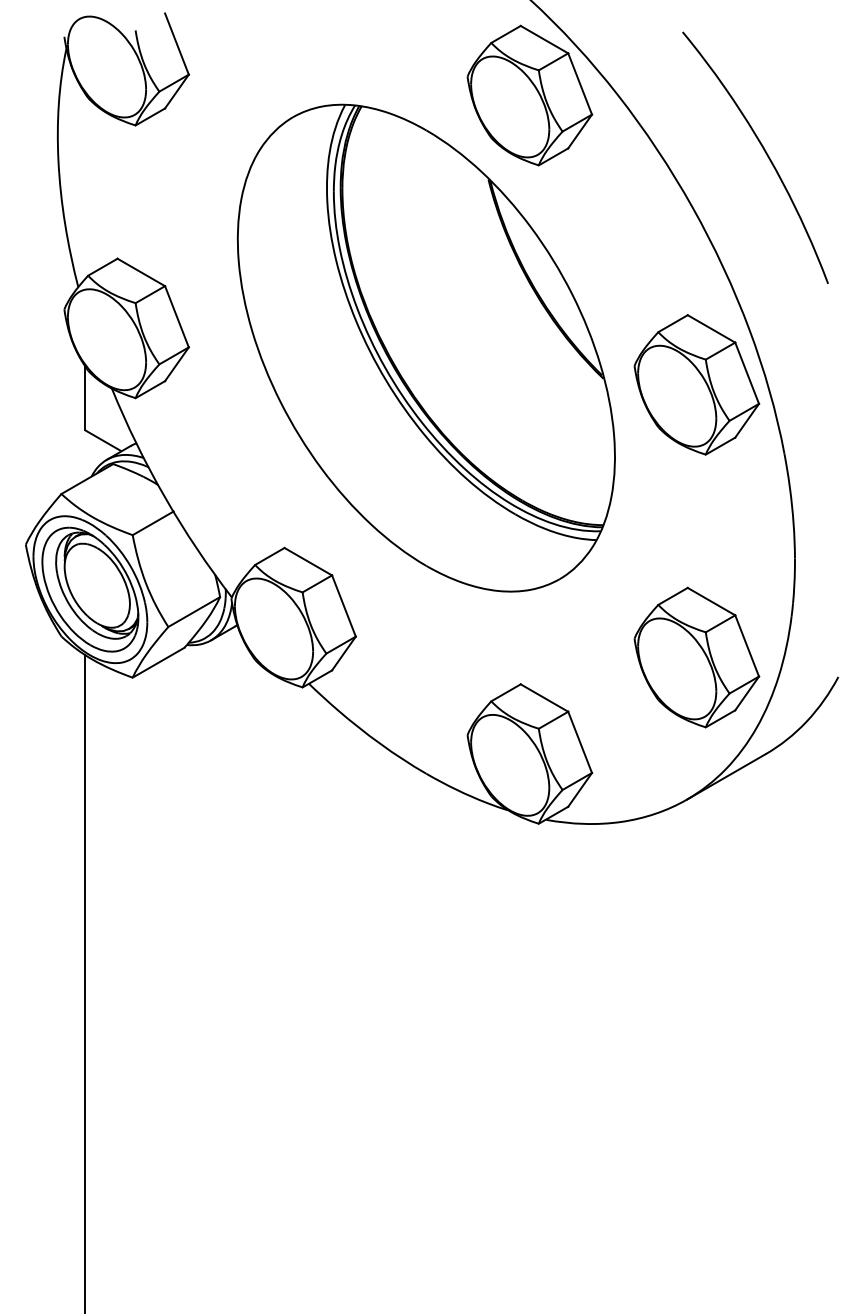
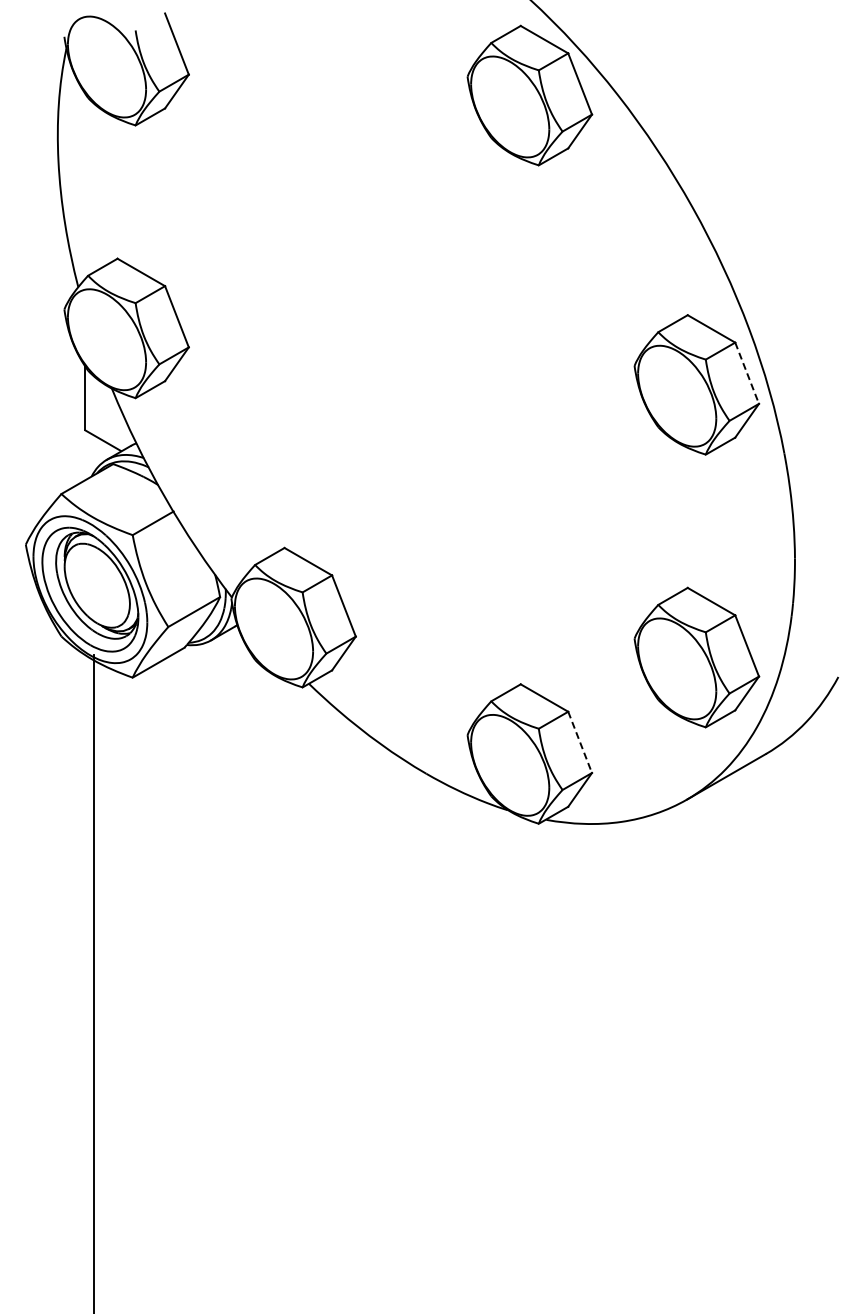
part at (763, 150): present -> none
part at (425, 347): present -> none
line at (747, 373): solid -> dashed
line at (580, 742): solid -> dashed
line at (85, 982) position: (85, 982) -> (94, 982)
